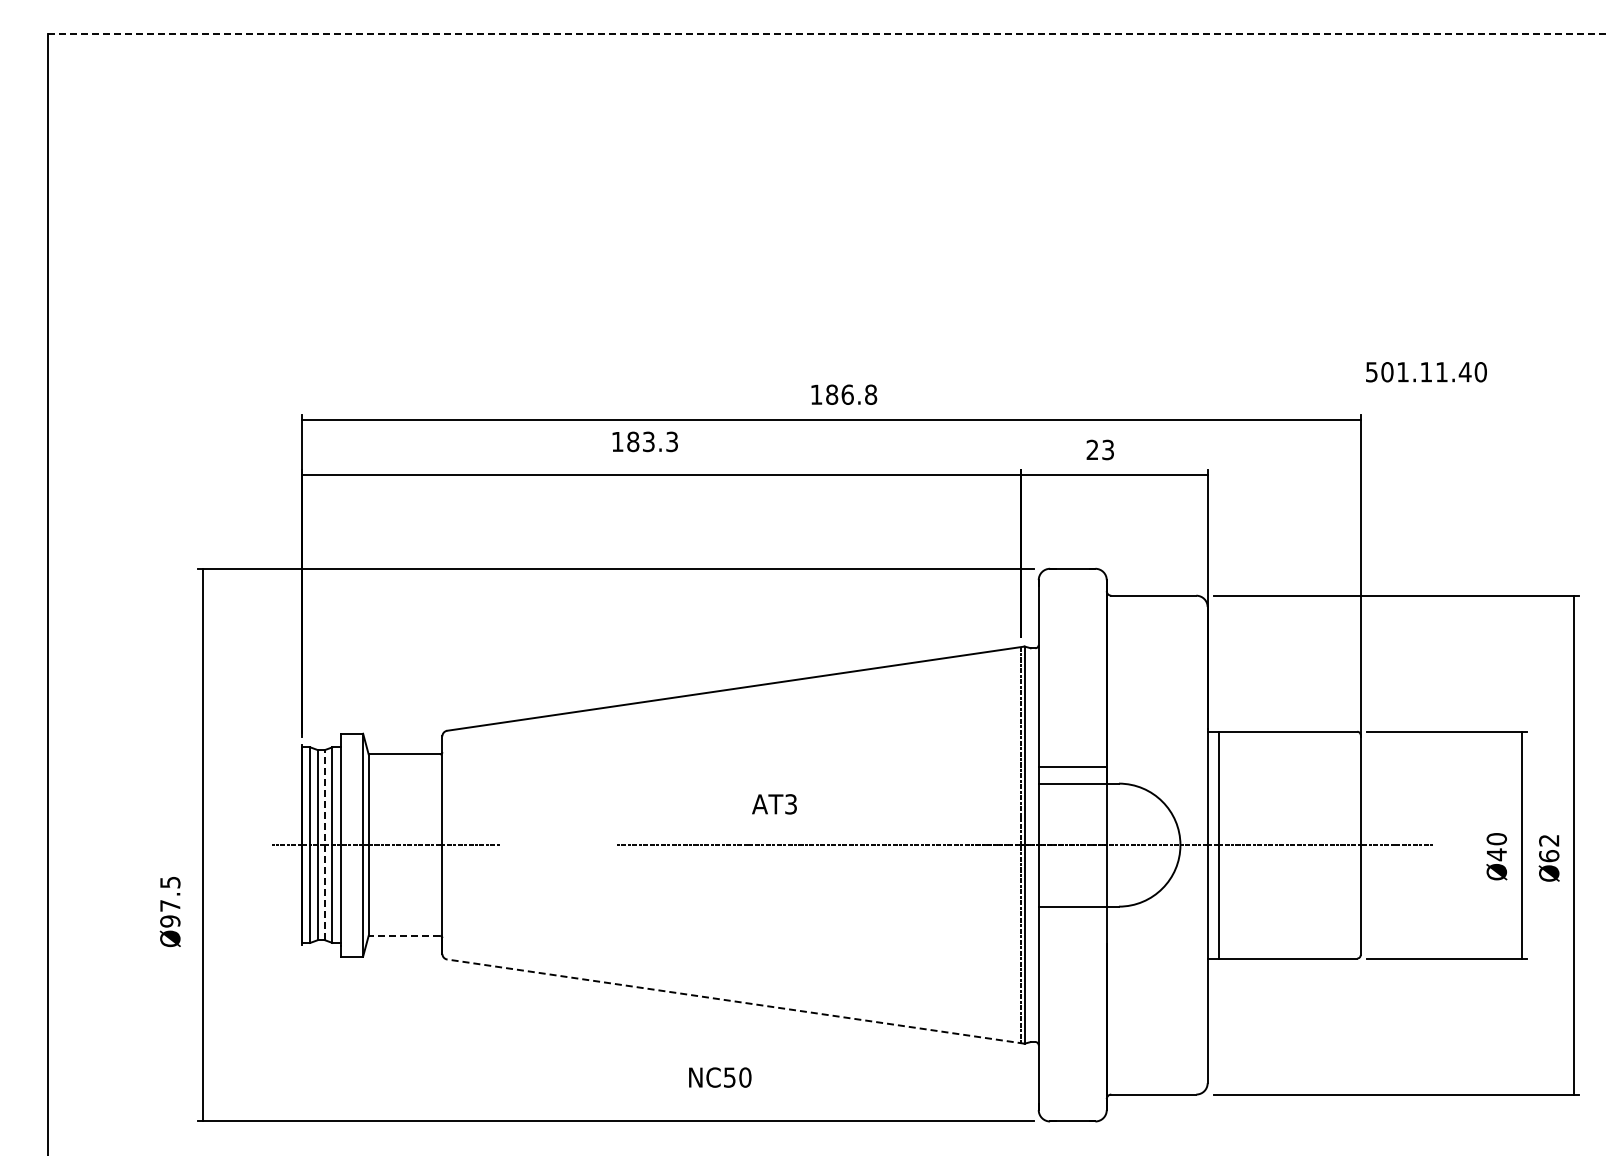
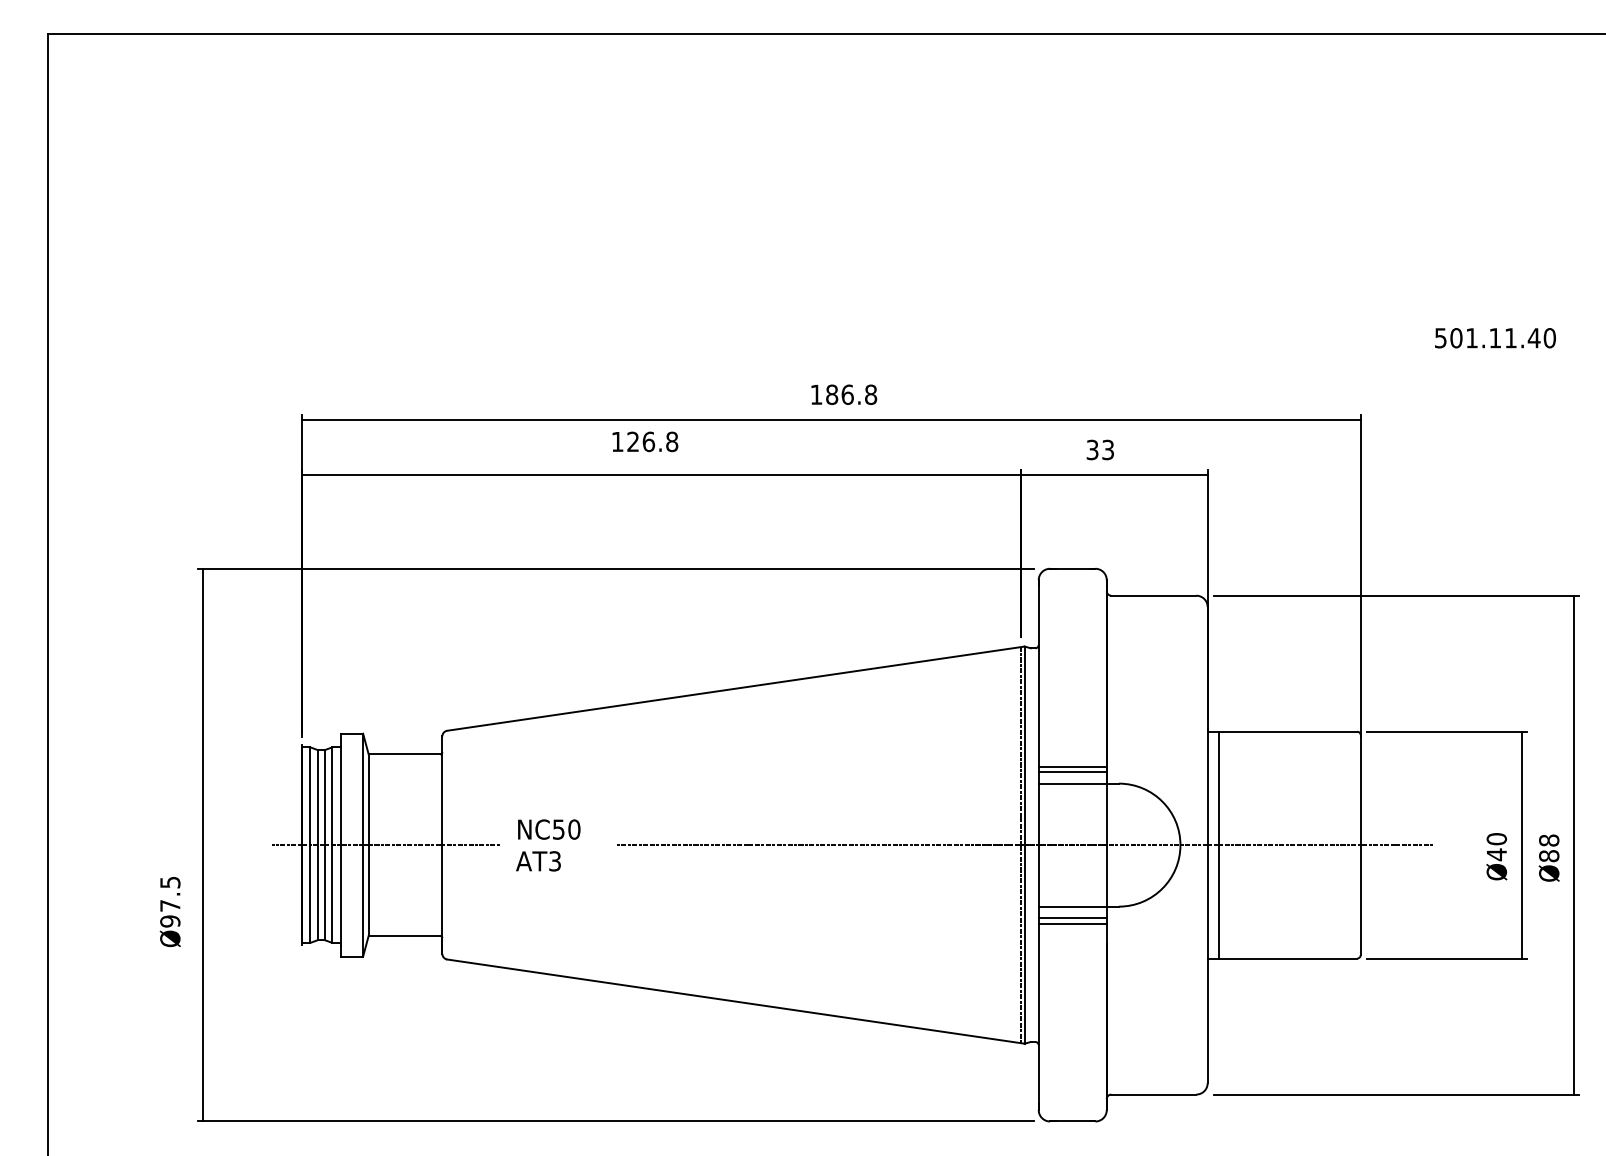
line at (826, 34): dashed -> solid
text at (1426, 372) position: (1426, 372) -> (1495, 338)
text at (652, 441): 183.3 -> 126.8
text at (1092, 450): 23 -> 33
line at (1072, 772): none -> present
text at (774, 804) position: (774, 804) -> (538, 861)
line at (324, 845): dashed -> solid
text at (1549, 848): Ø62 -> Ø88
line at (1072, 917): none -> present
line at (1072, 923): none -> present
line at (404, 935): dashed -> solid
line at (735, 1001): dashed -> solid
text at (720, 1077) position: (720, 1077) -> (549, 829)
